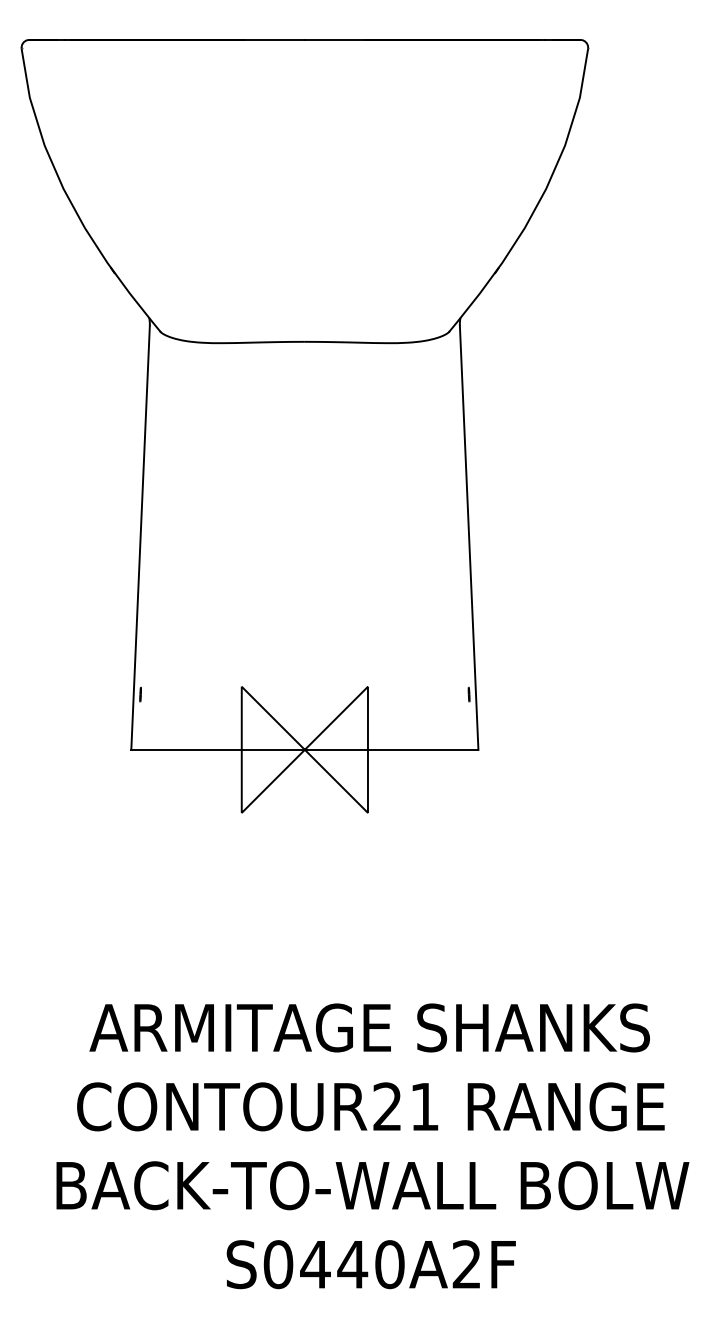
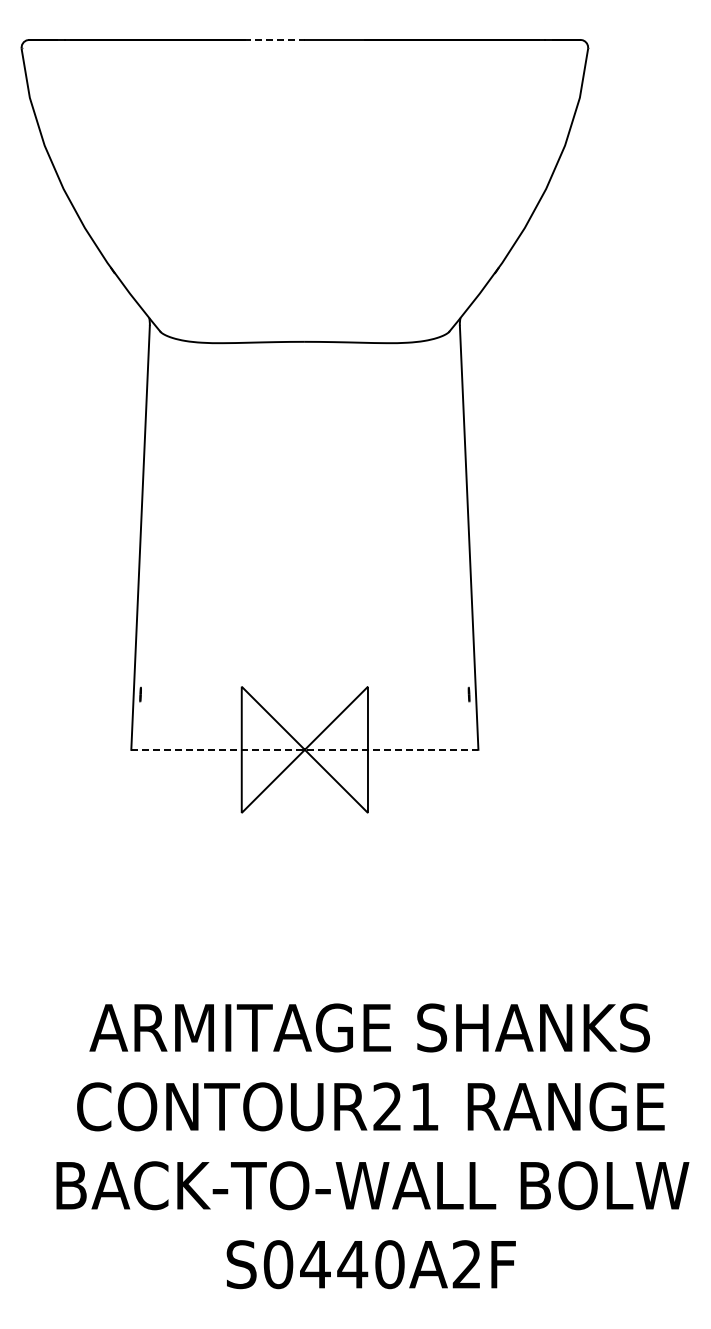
line at (274, 39): solid -> dashed
line at (304, 749): solid -> dashed
